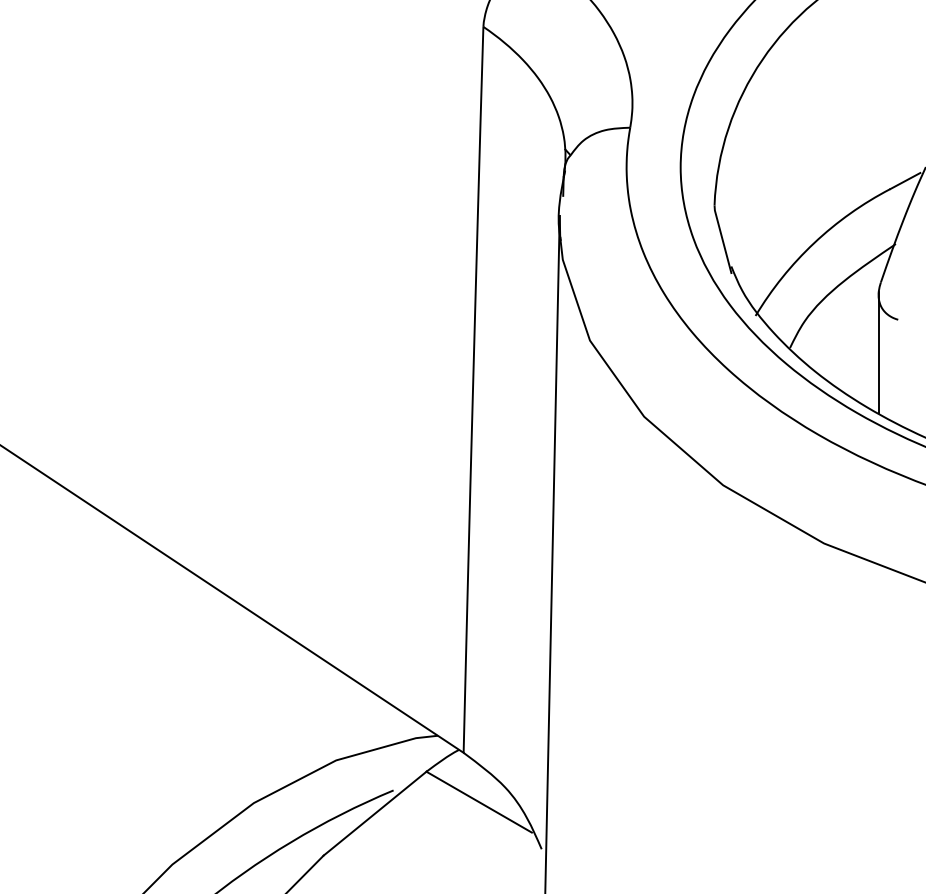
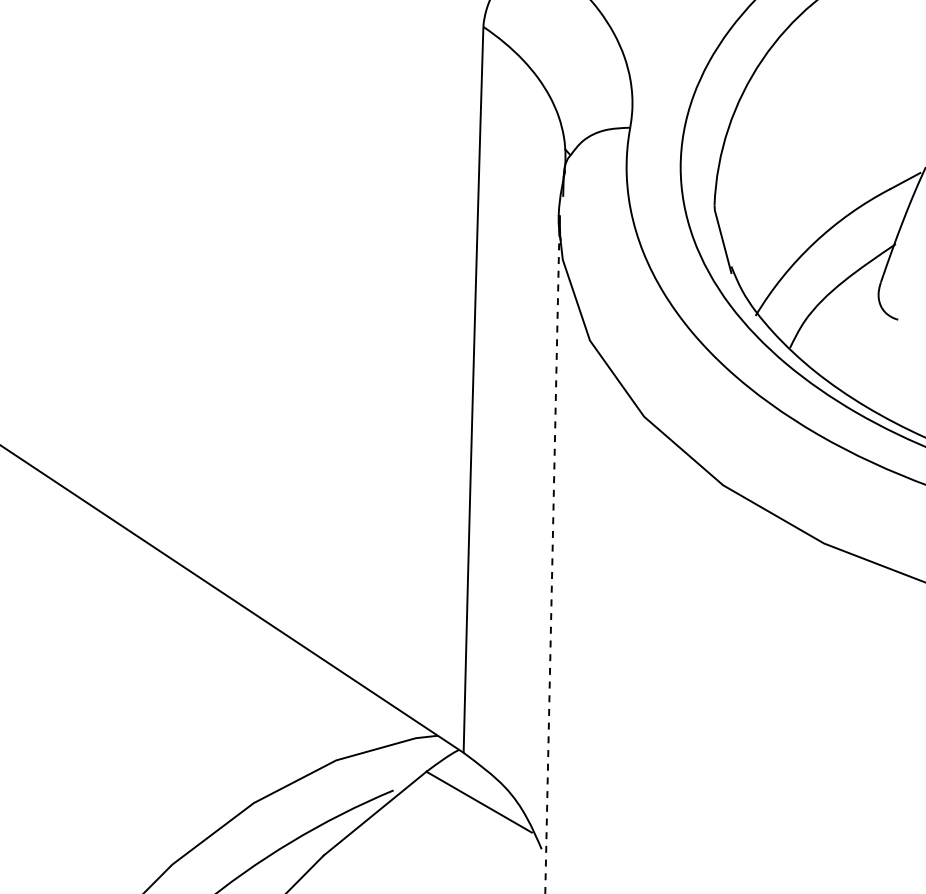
line at (878, 352): present -> none
line at (552, 554): solid -> dashed
